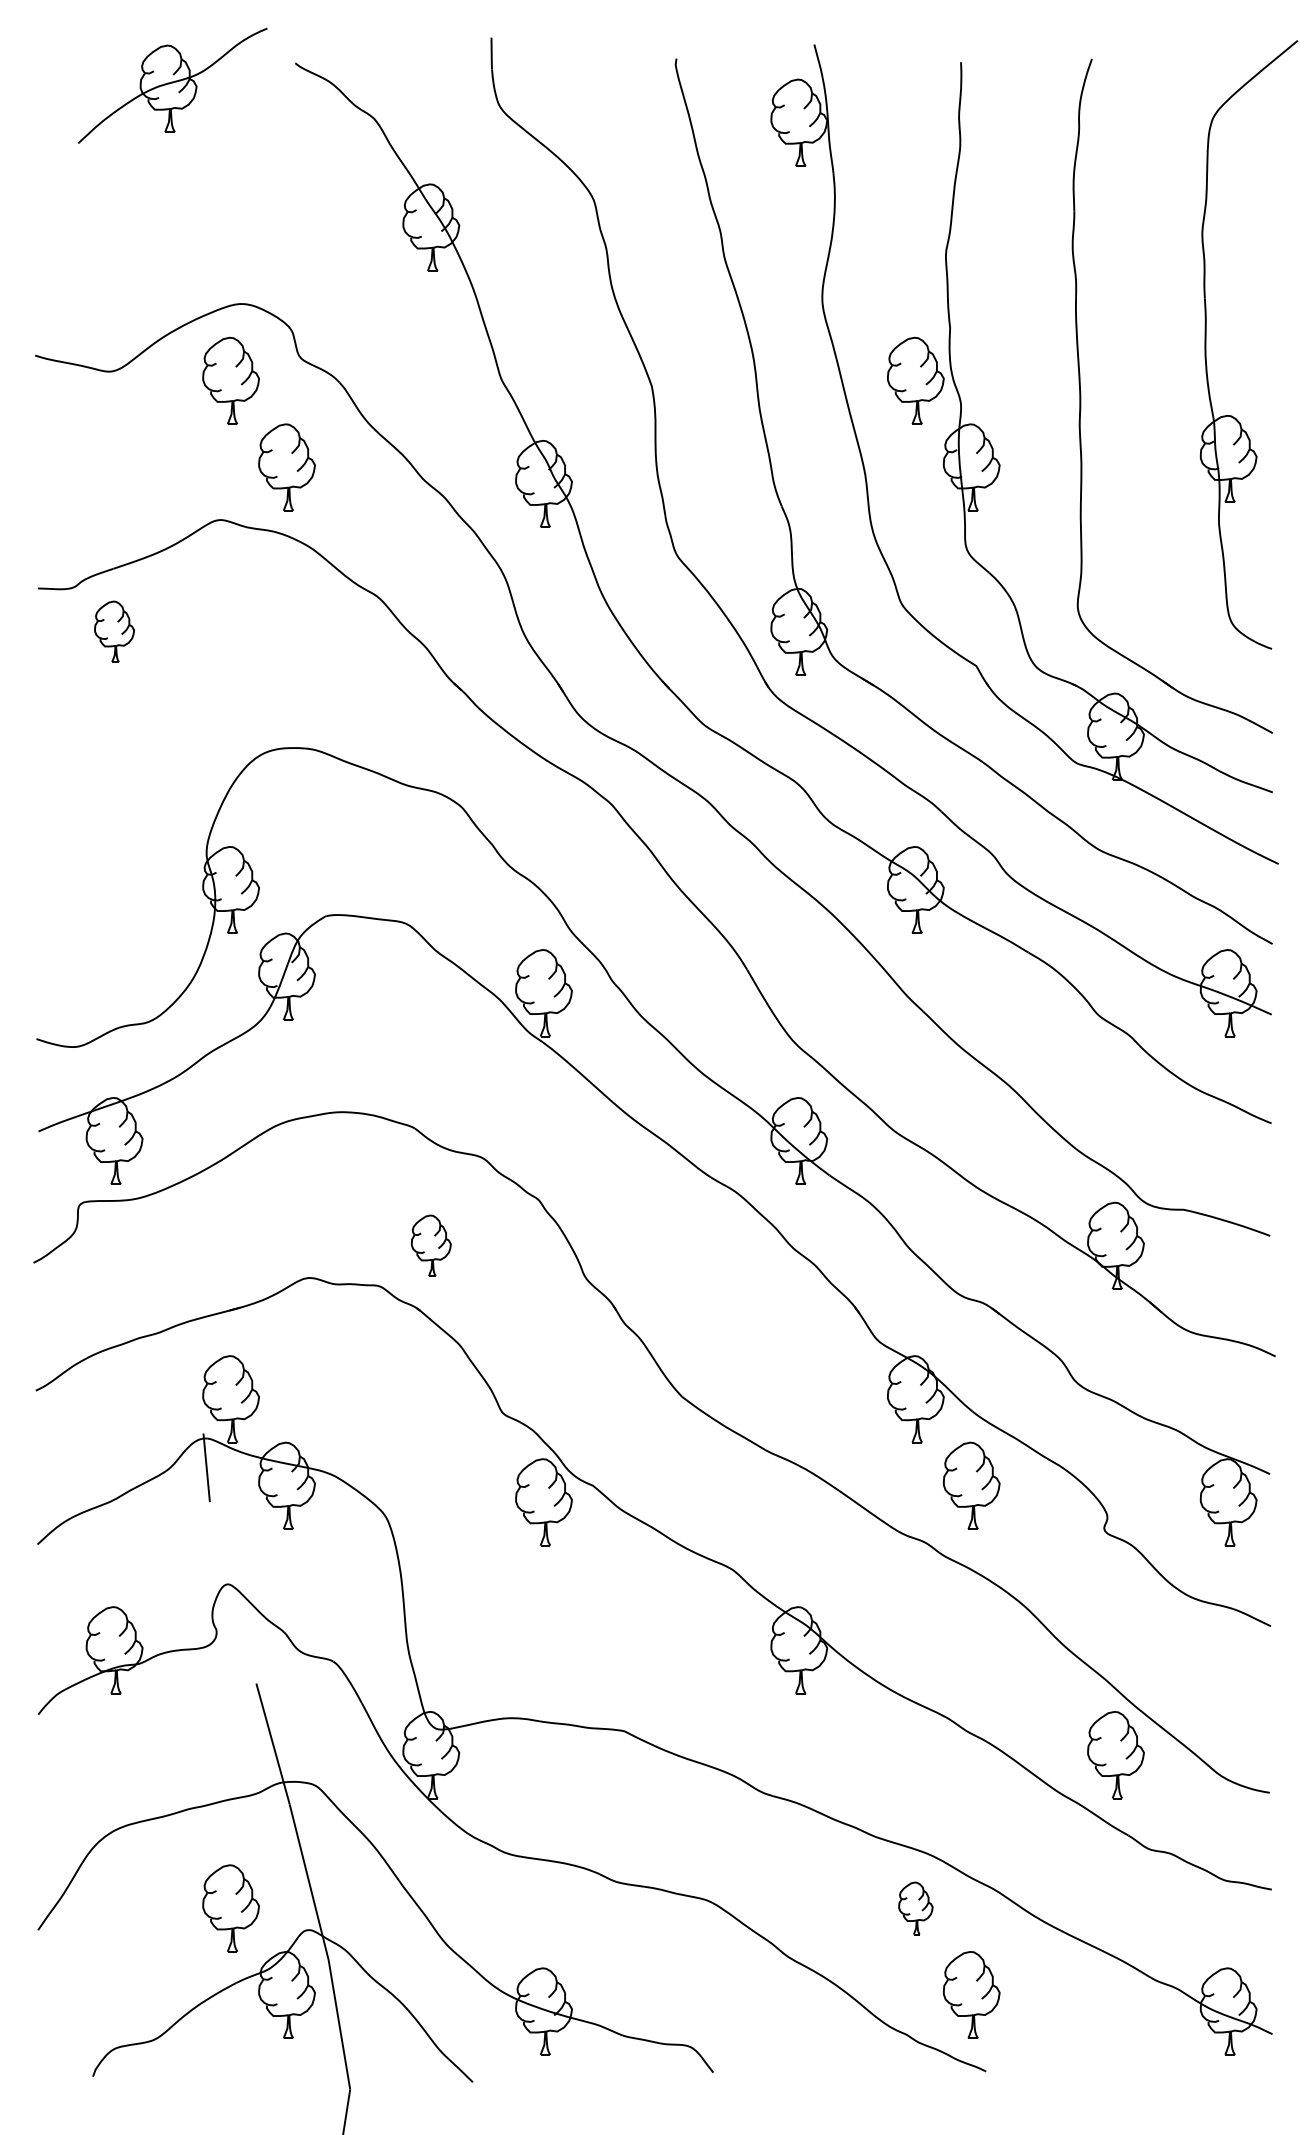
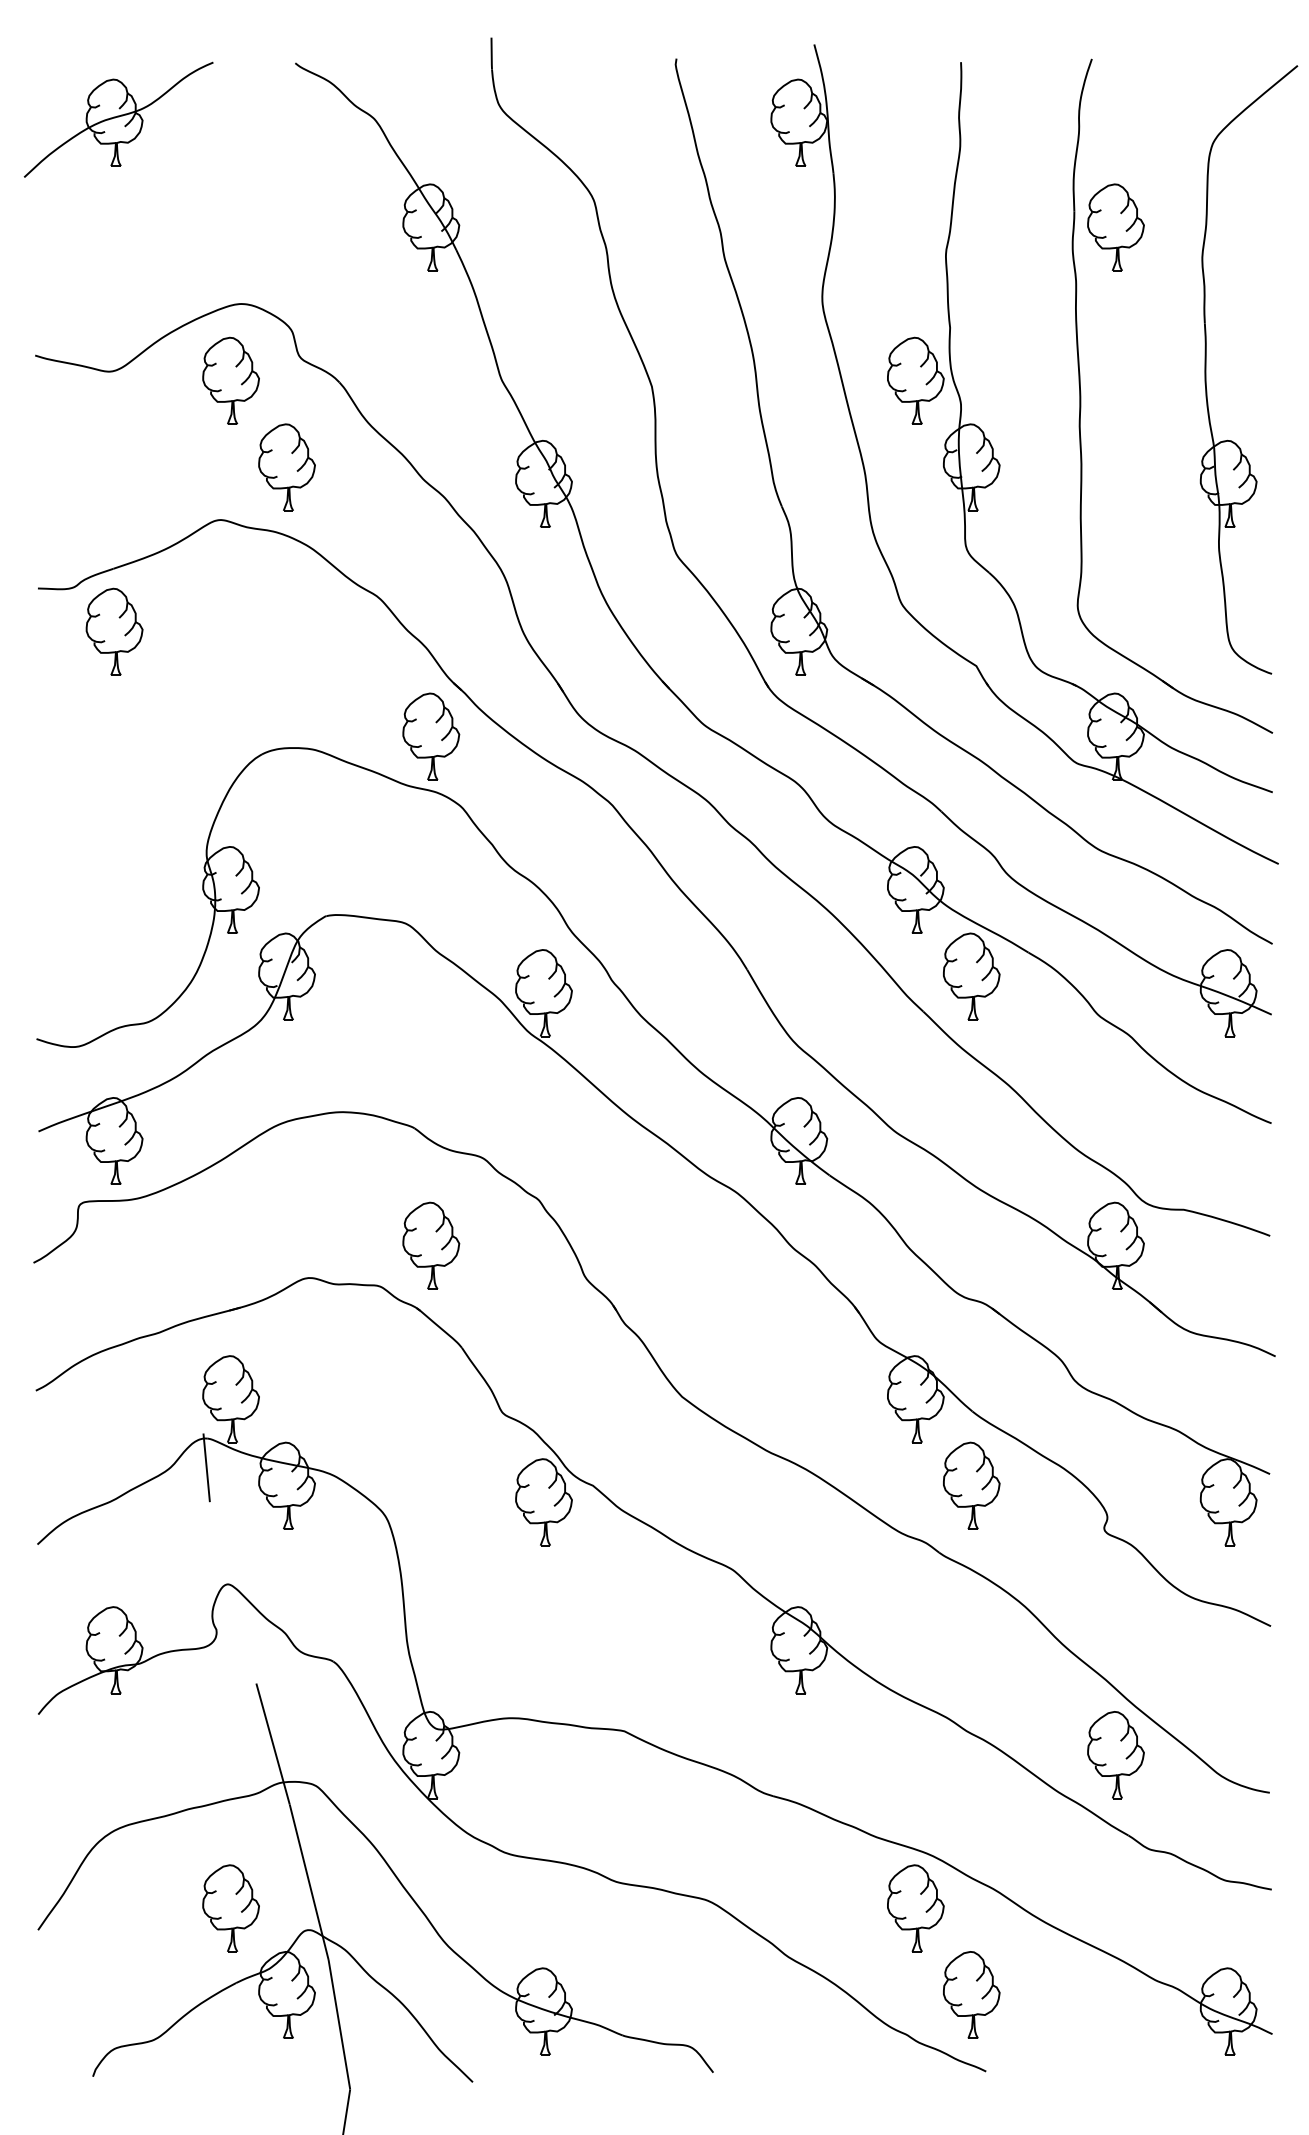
part at (172, 85) position: (172, 85) -> (118, 119)
part at (1115, 227): none -> present
part at (1206, 344) position: (1206, 344) -> (1206, 369)
part at (114, 631) size: 41x63 px -> 59x89 px
part at (431, 736): none -> present
part at (971, 976): none -> present
part at (430, 1245) size: 42x63 px -> 59x89 px
part at (915, 1908) size: 36x55 px -> 58x89 px
